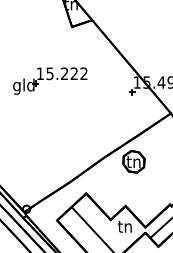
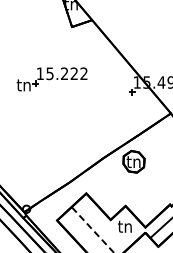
text at (23, 86): gld -> tn
line at (93, 230): solid -> dashed
